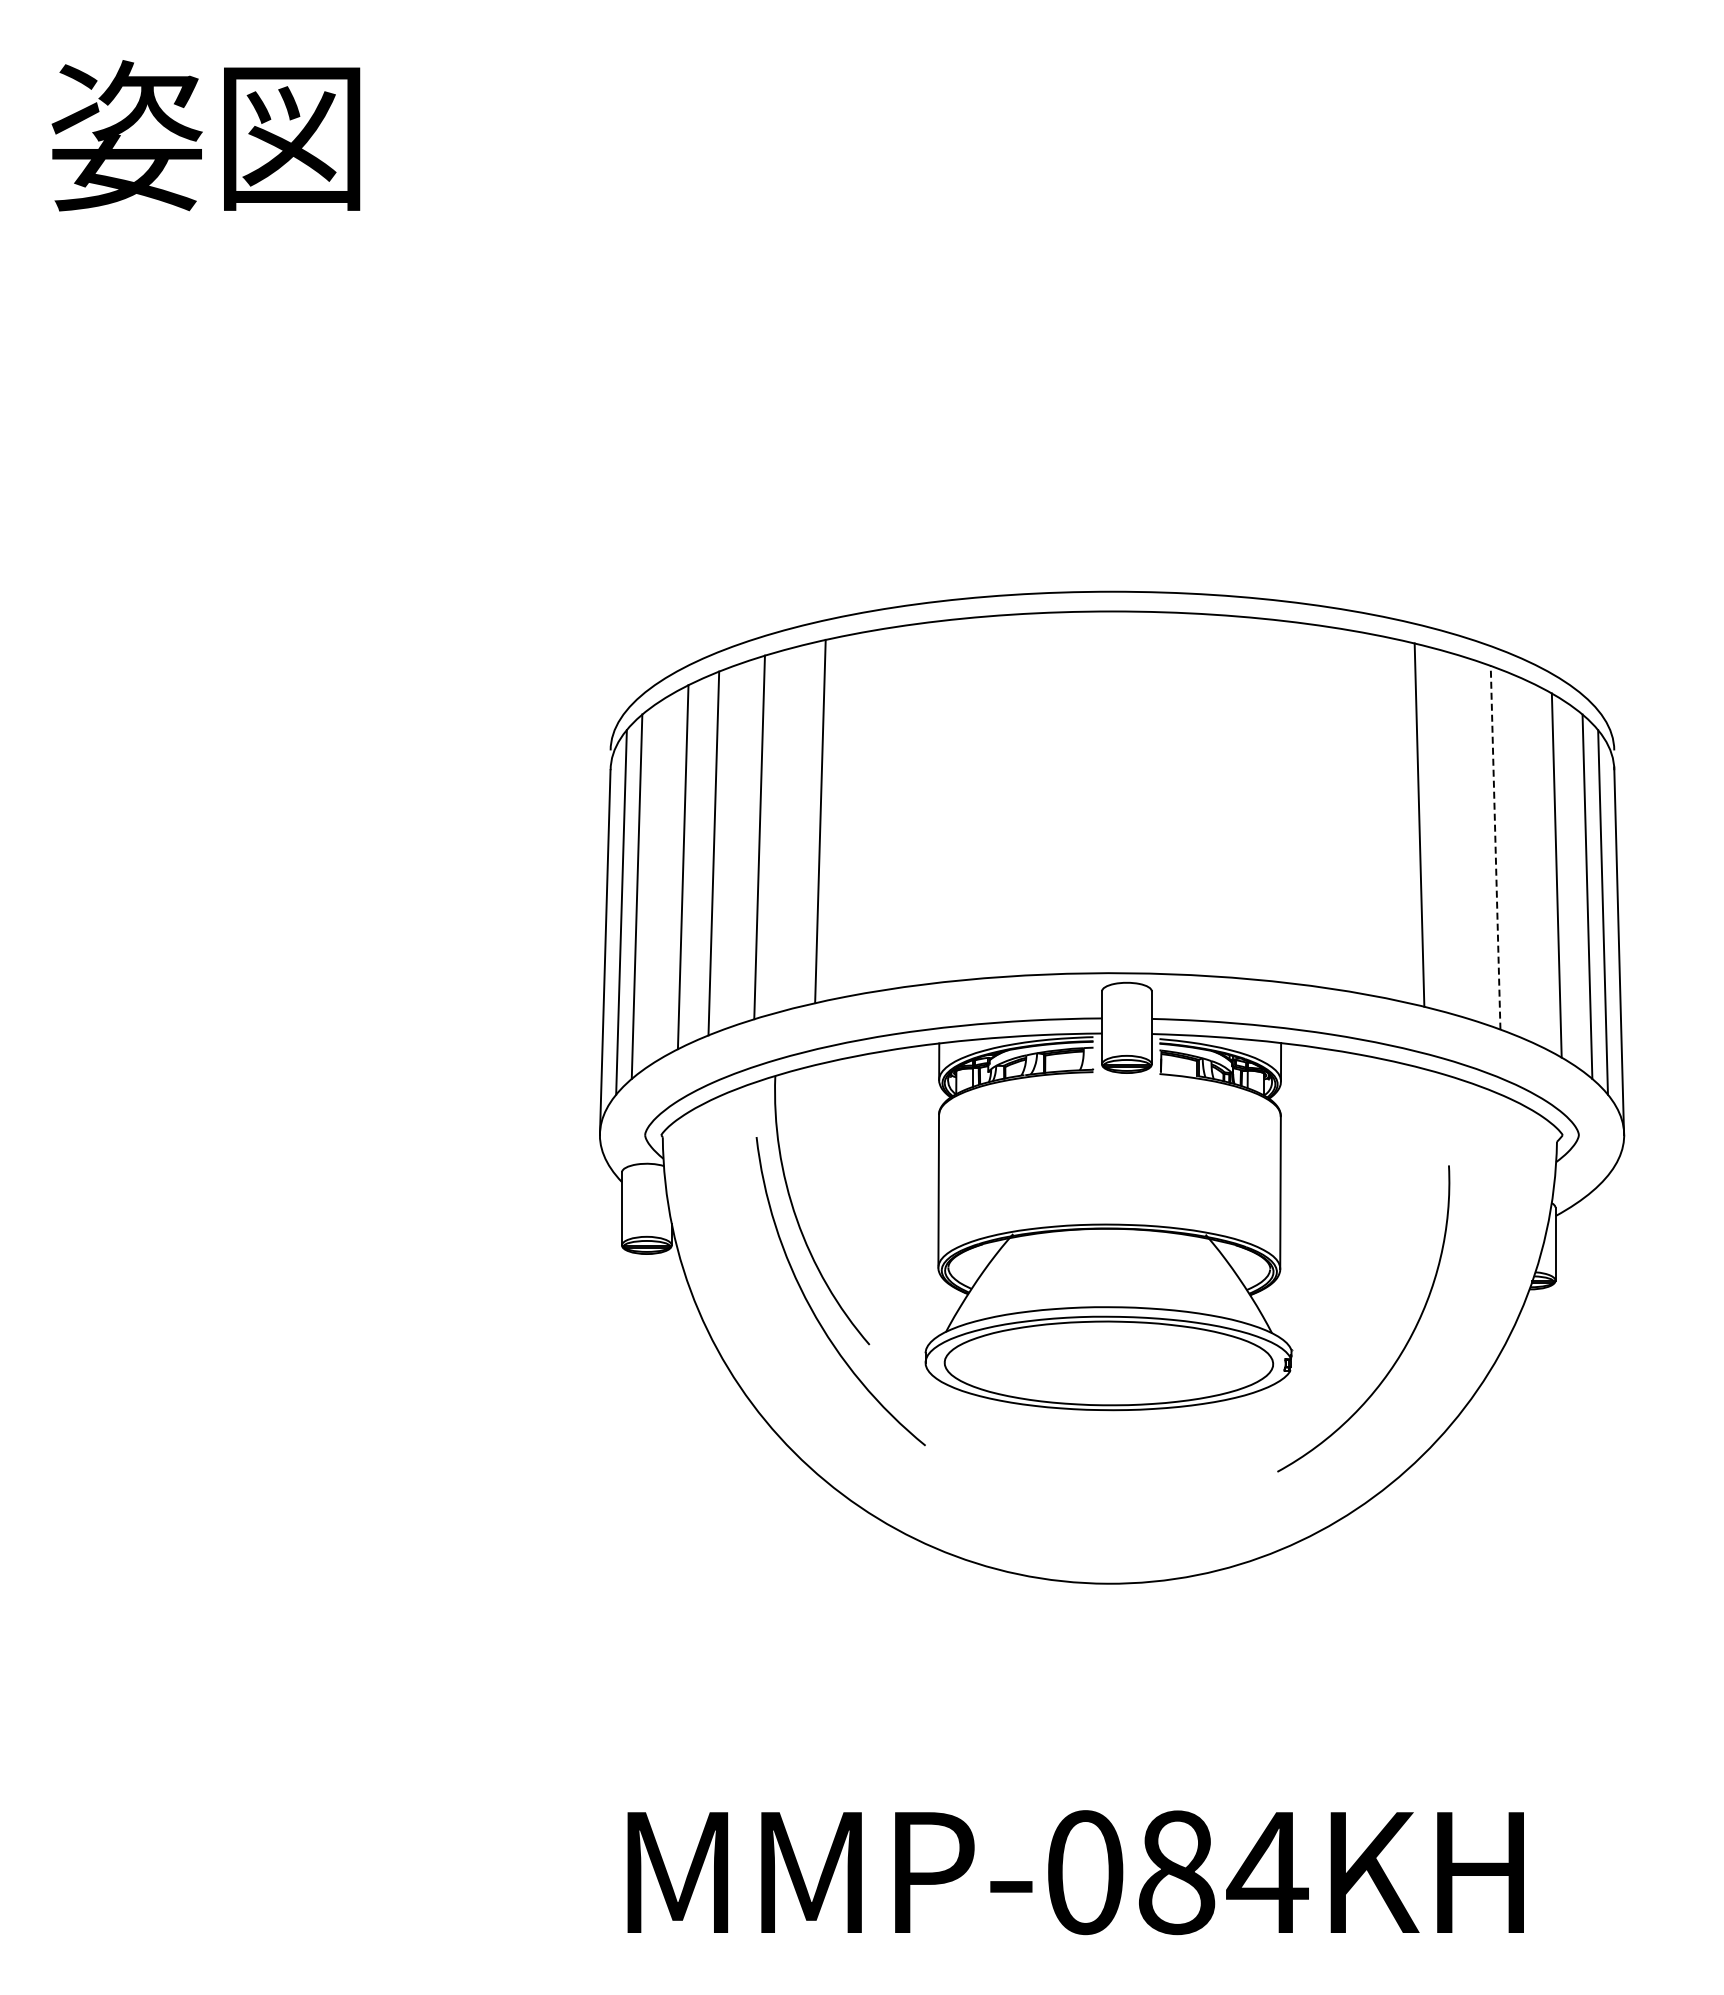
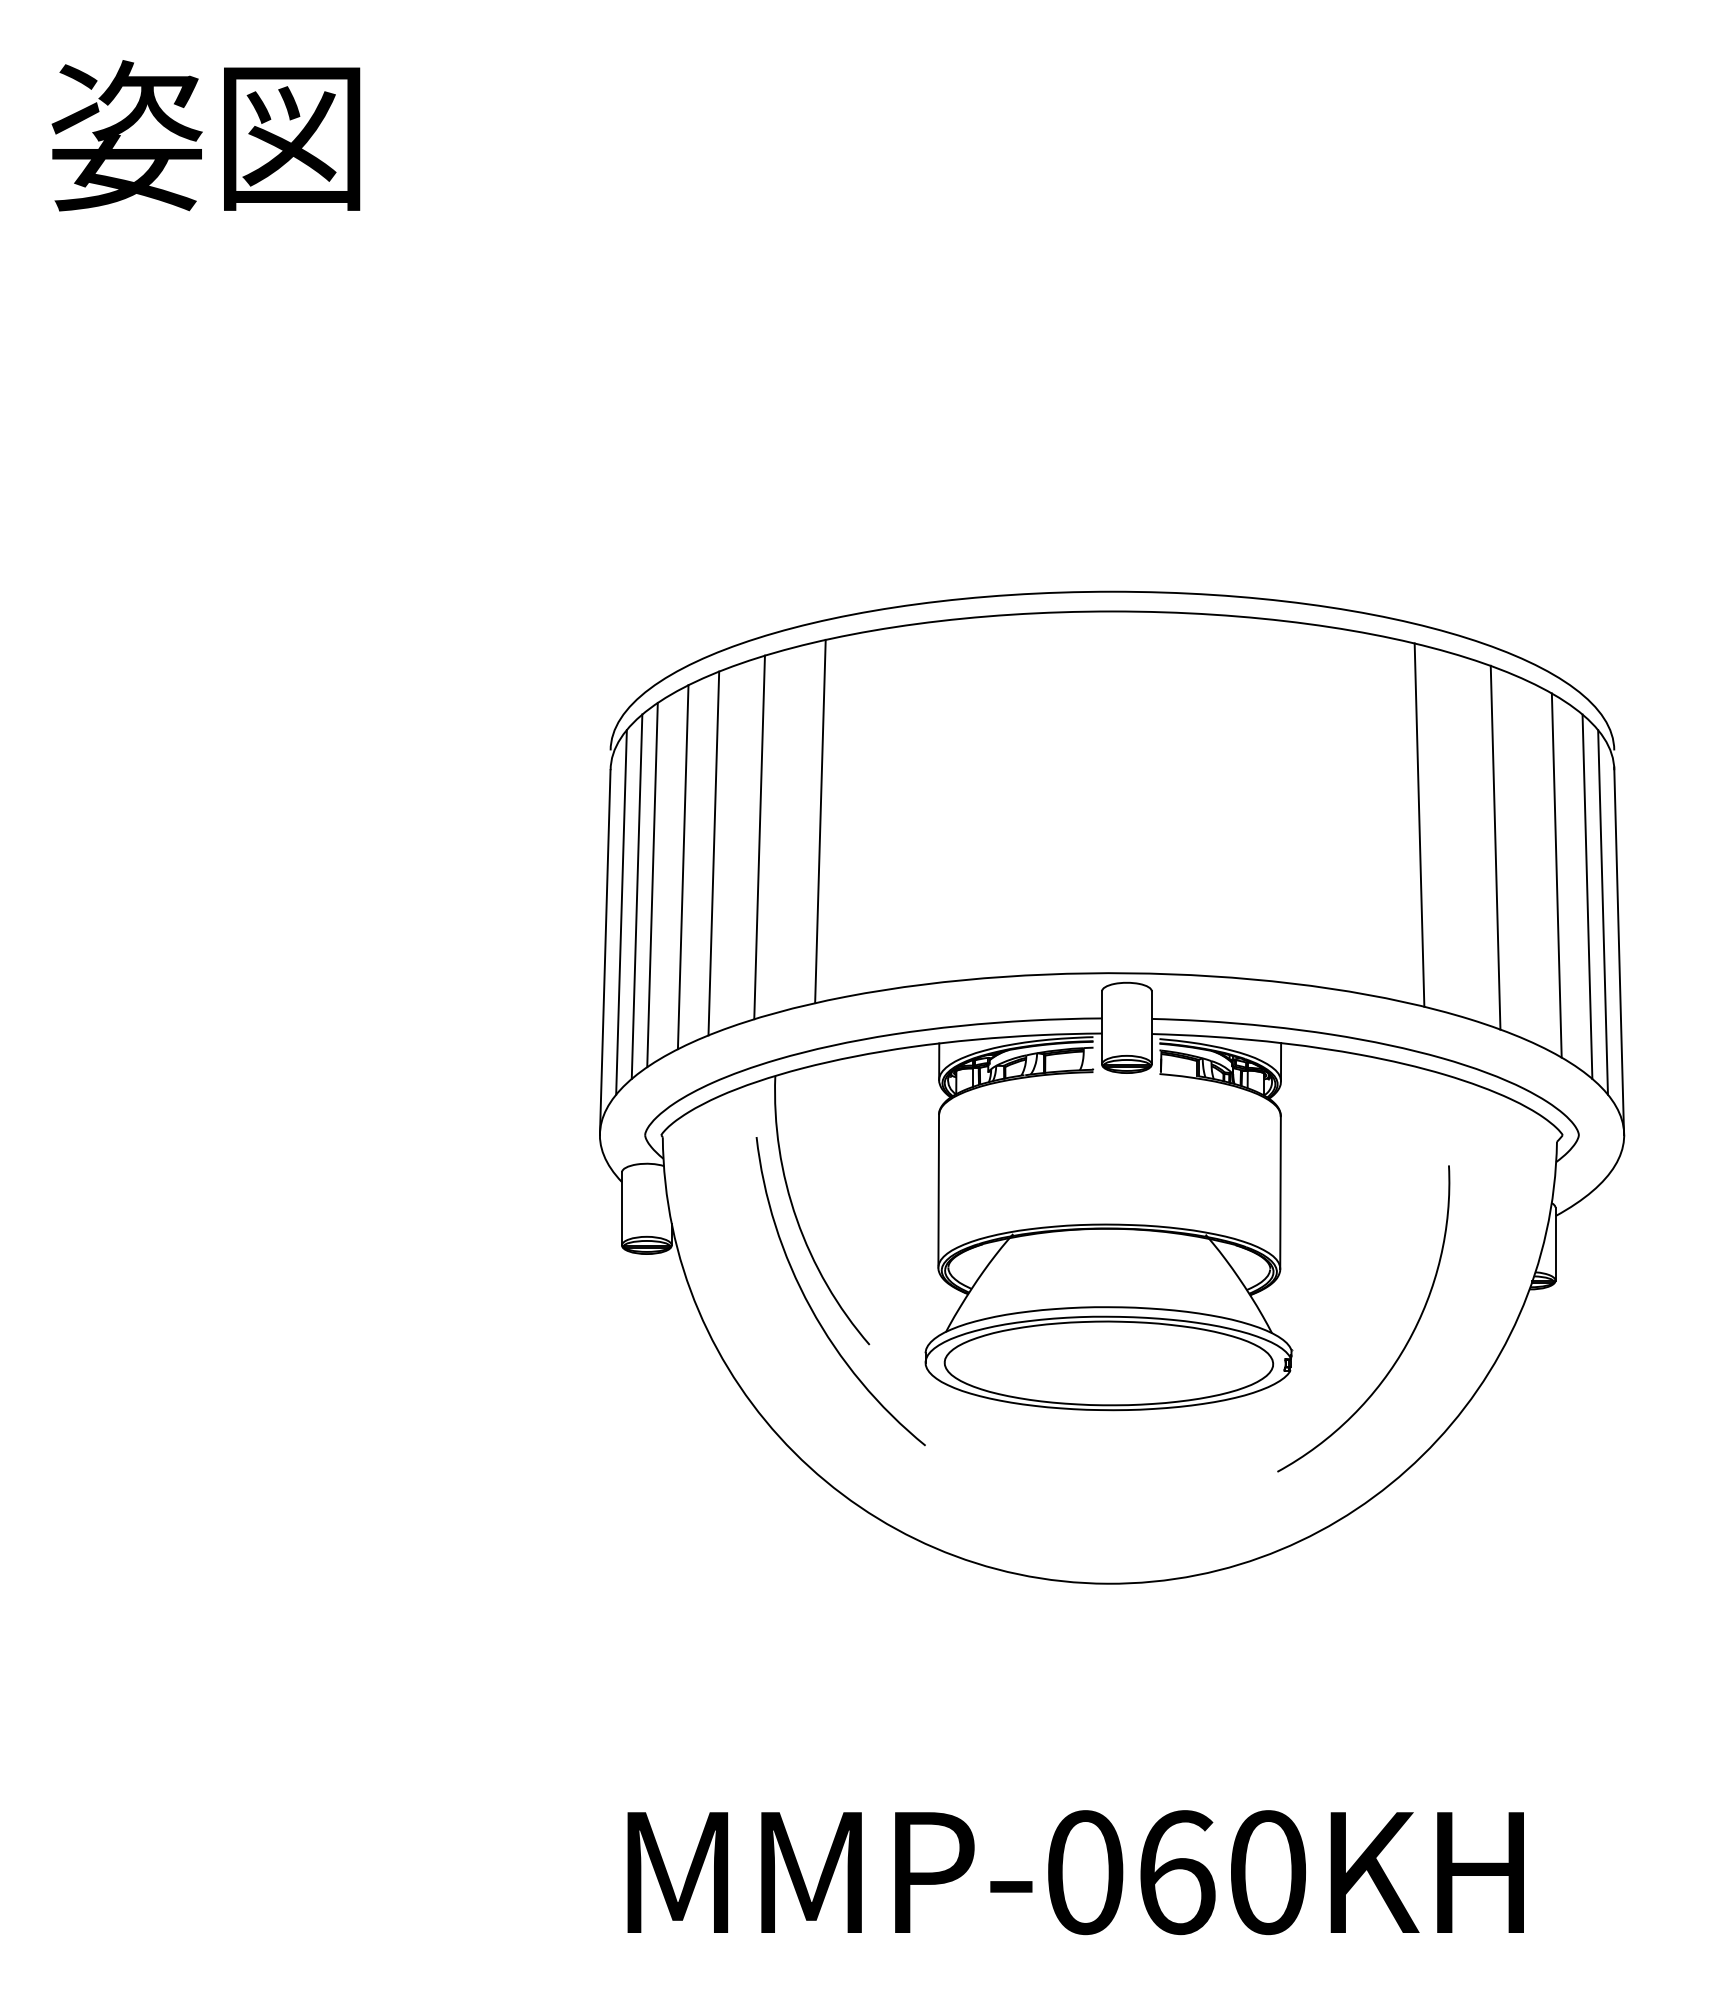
line at (1495, 847): dashed -> solid
line at (652, 884): none -> present
text at (1223, 1872): MMP-084KH -> MMP-060KH
